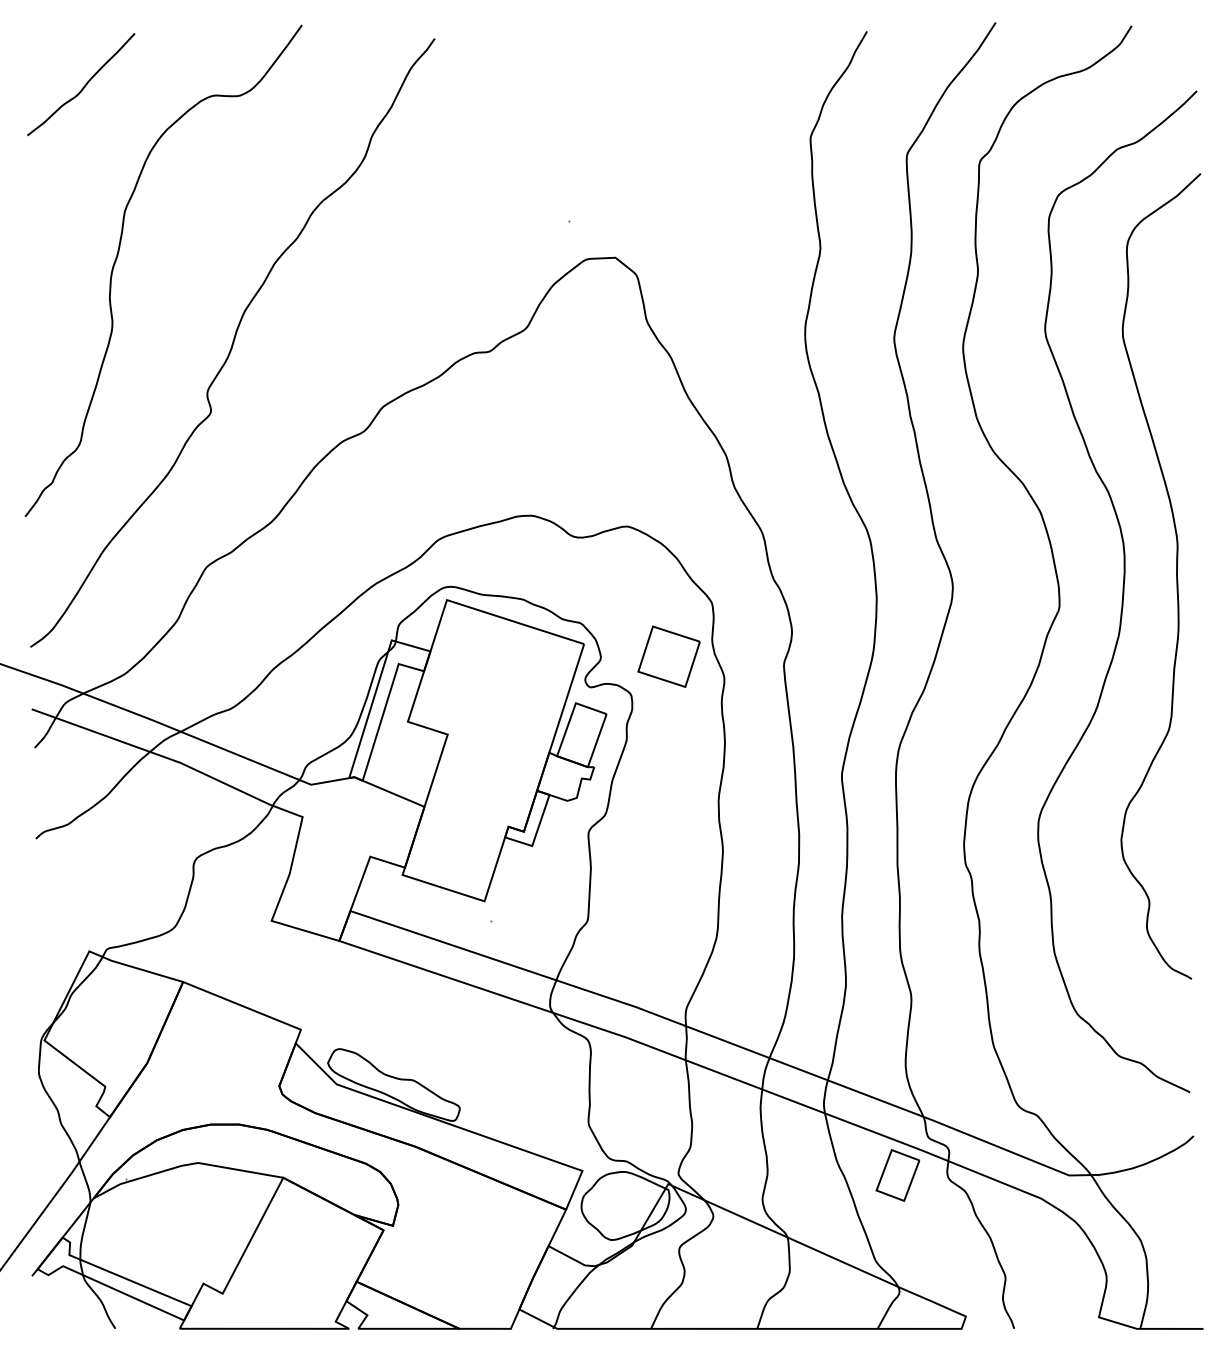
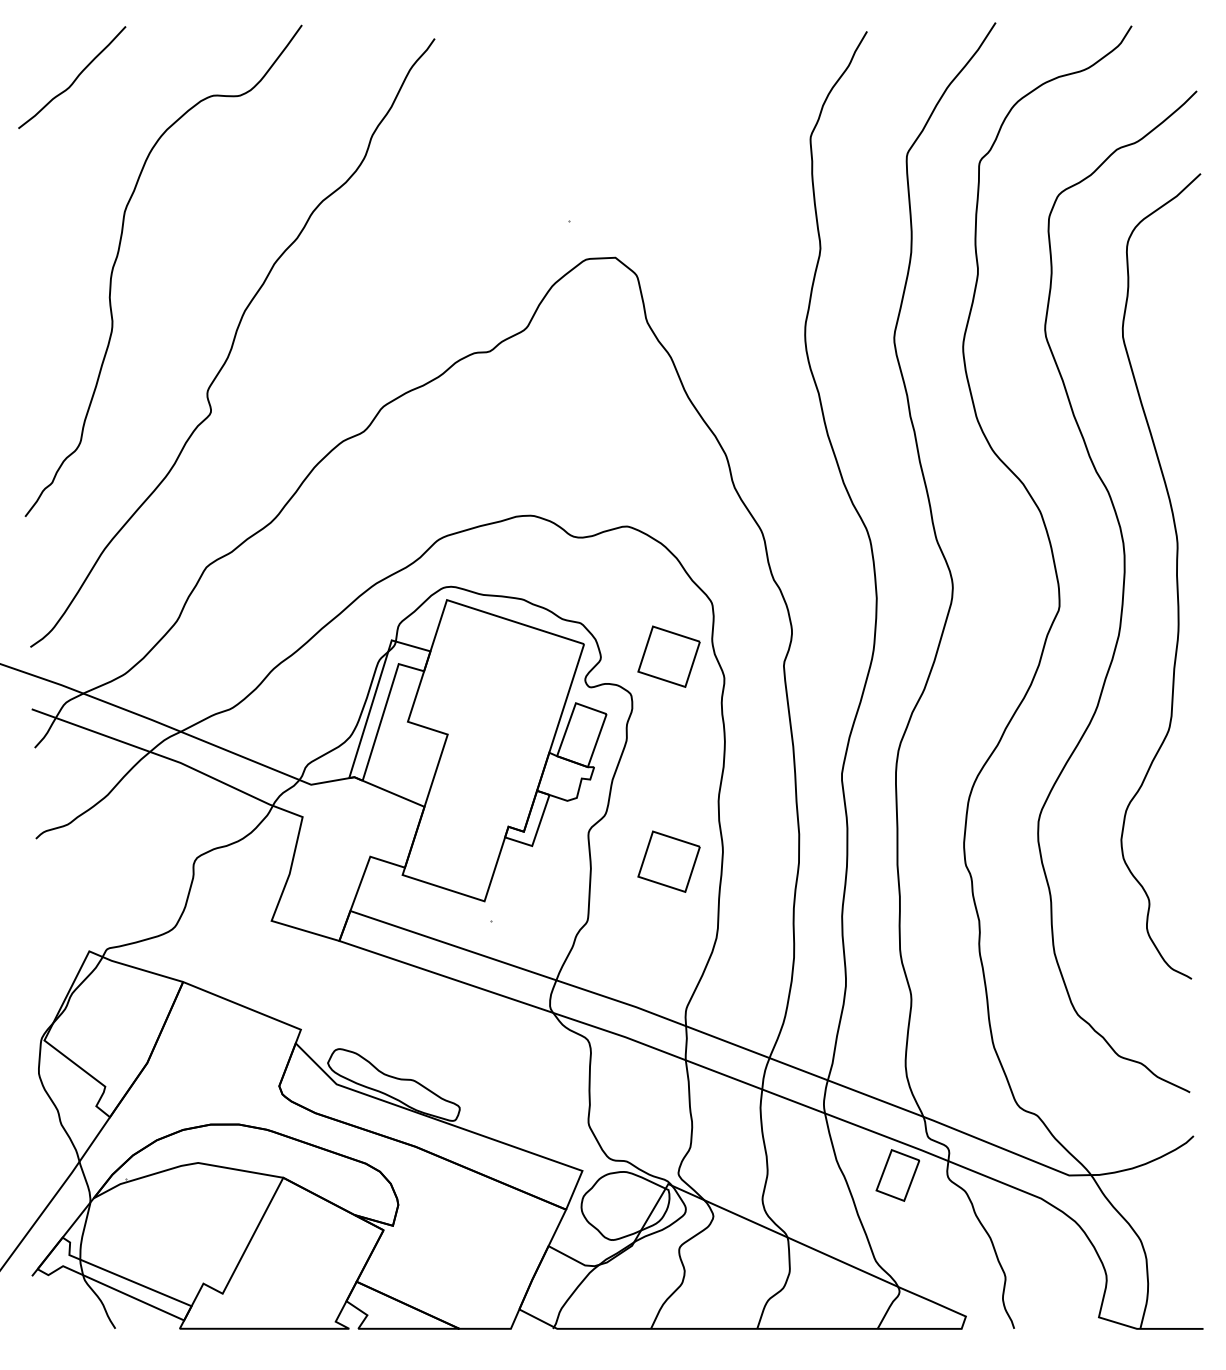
curve at (83, 86) position: (83, 86) -> (74, 79)
part at (668, 861): none -> present
